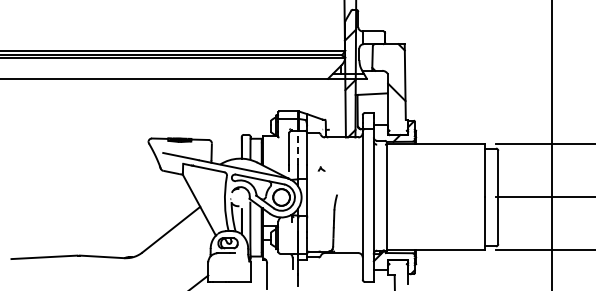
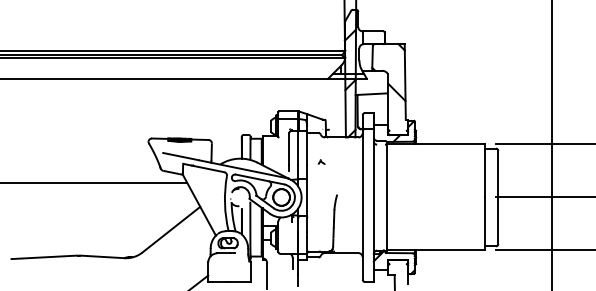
line at (298, 147): dashed -> solid
part at (321, 168) position: (321, 168) -> (321, 161)
line at (94, 183): none -> present
